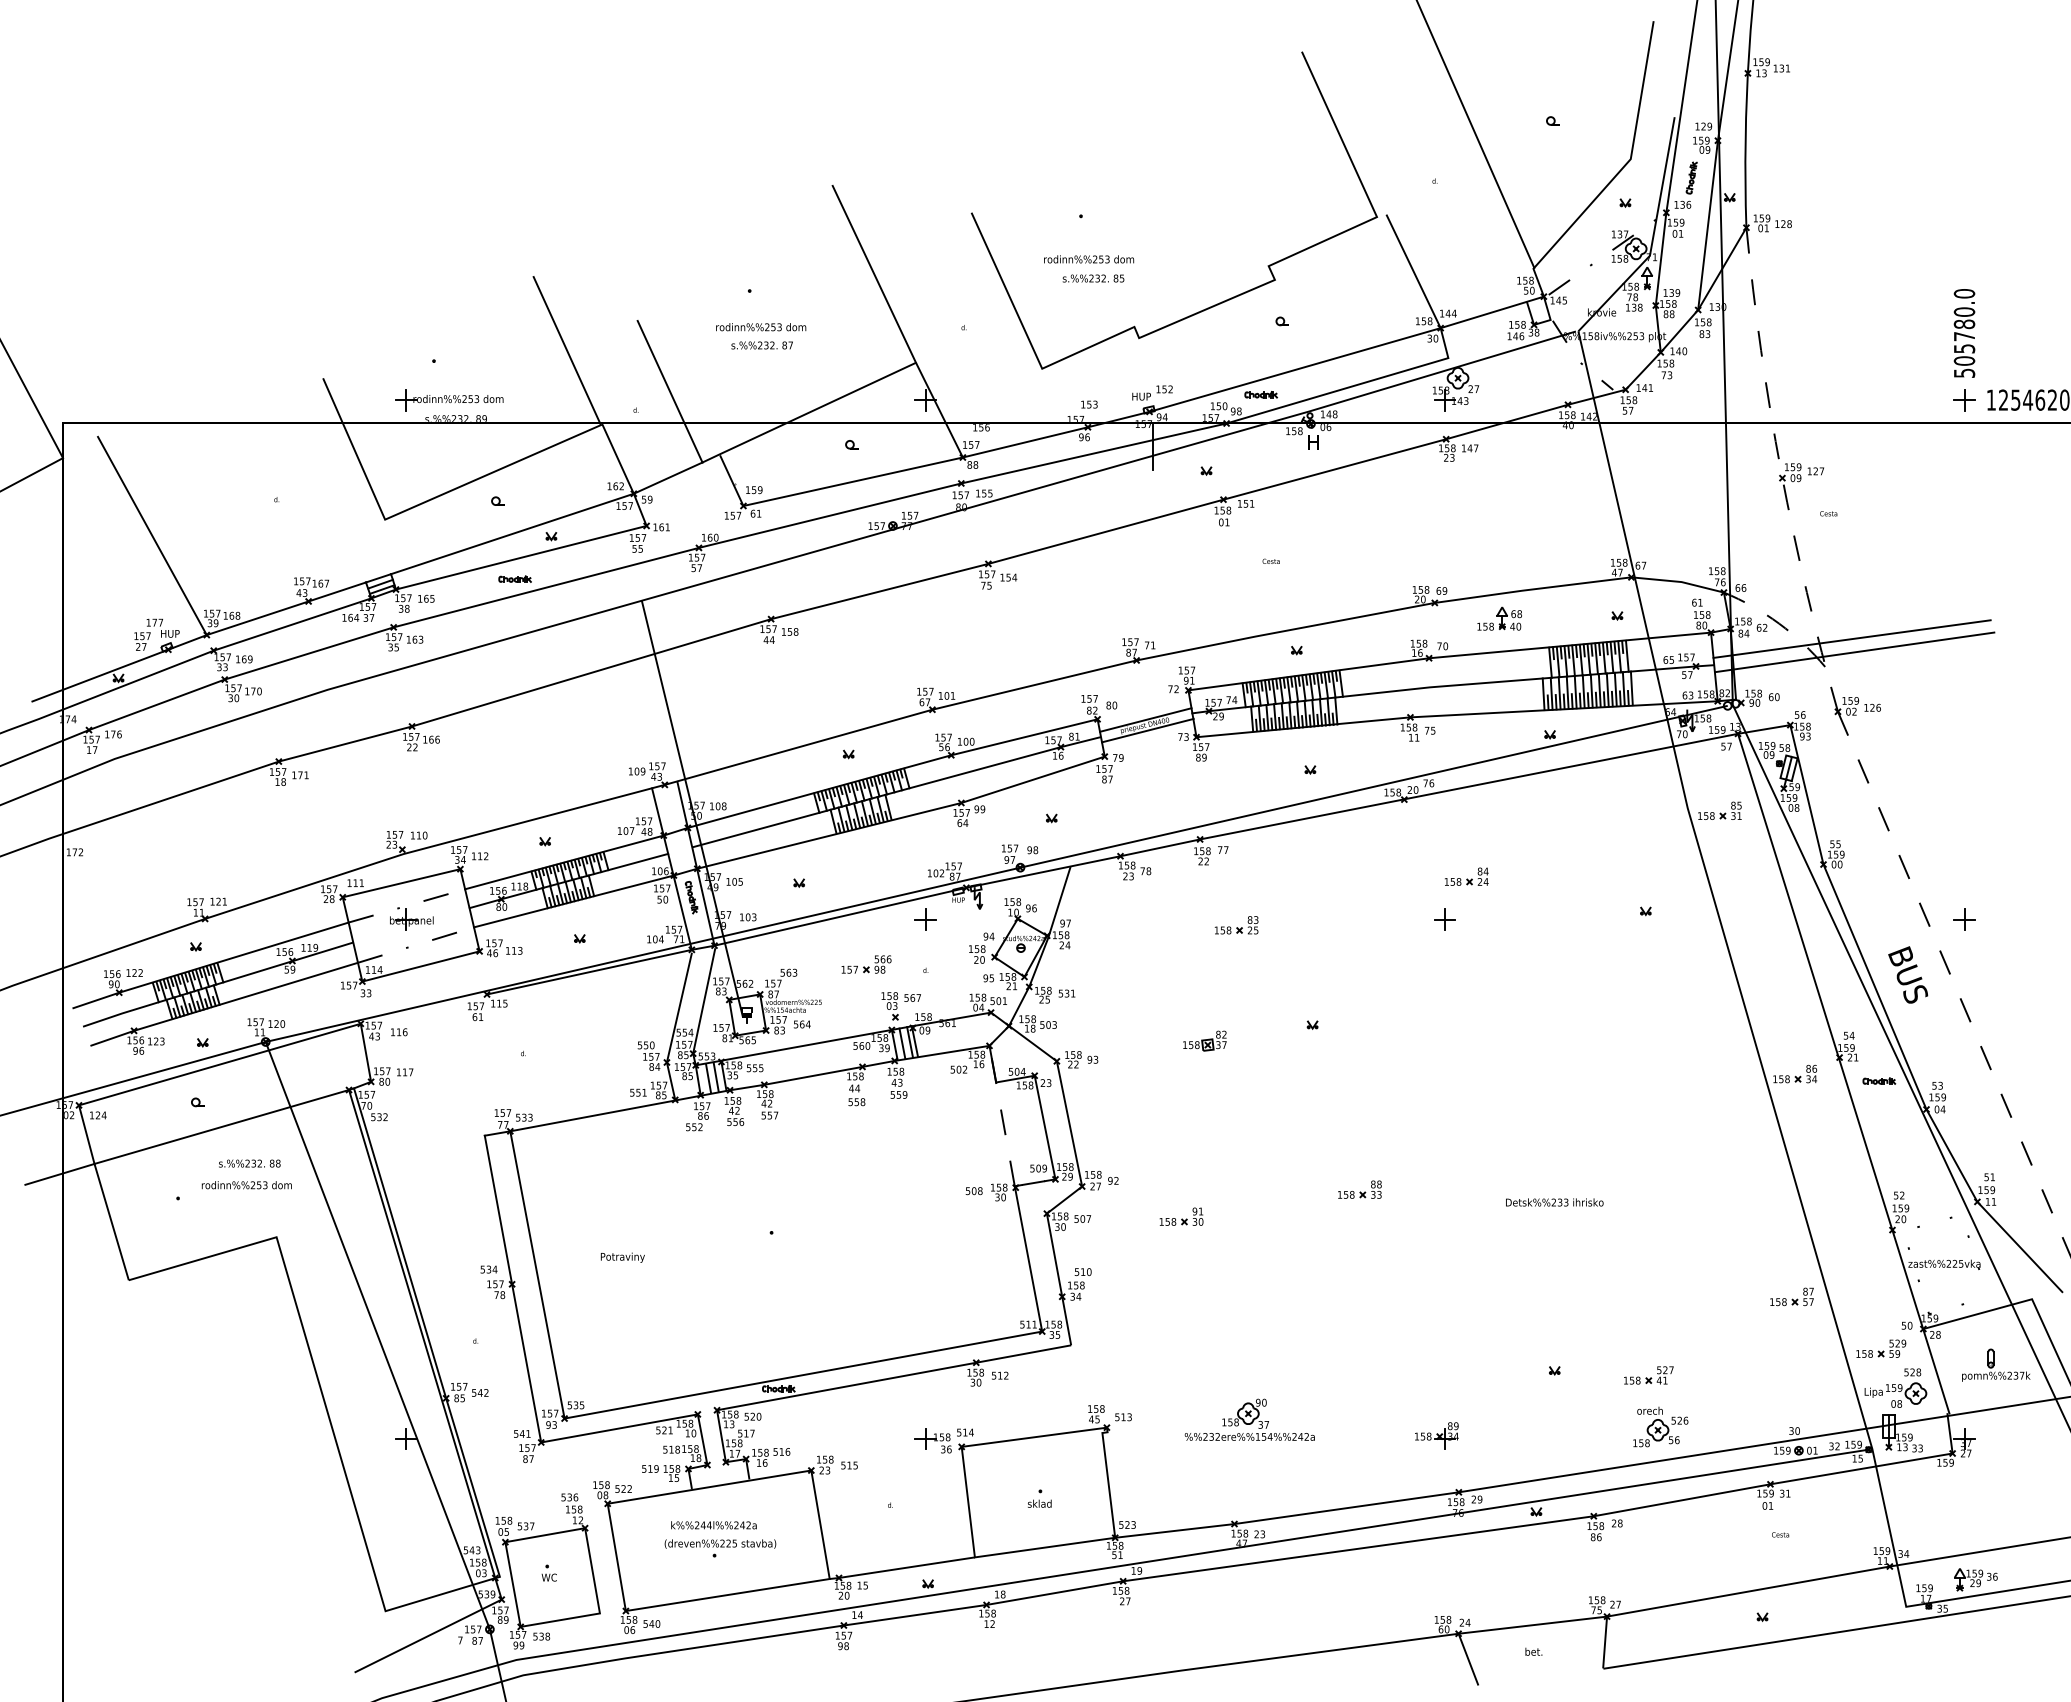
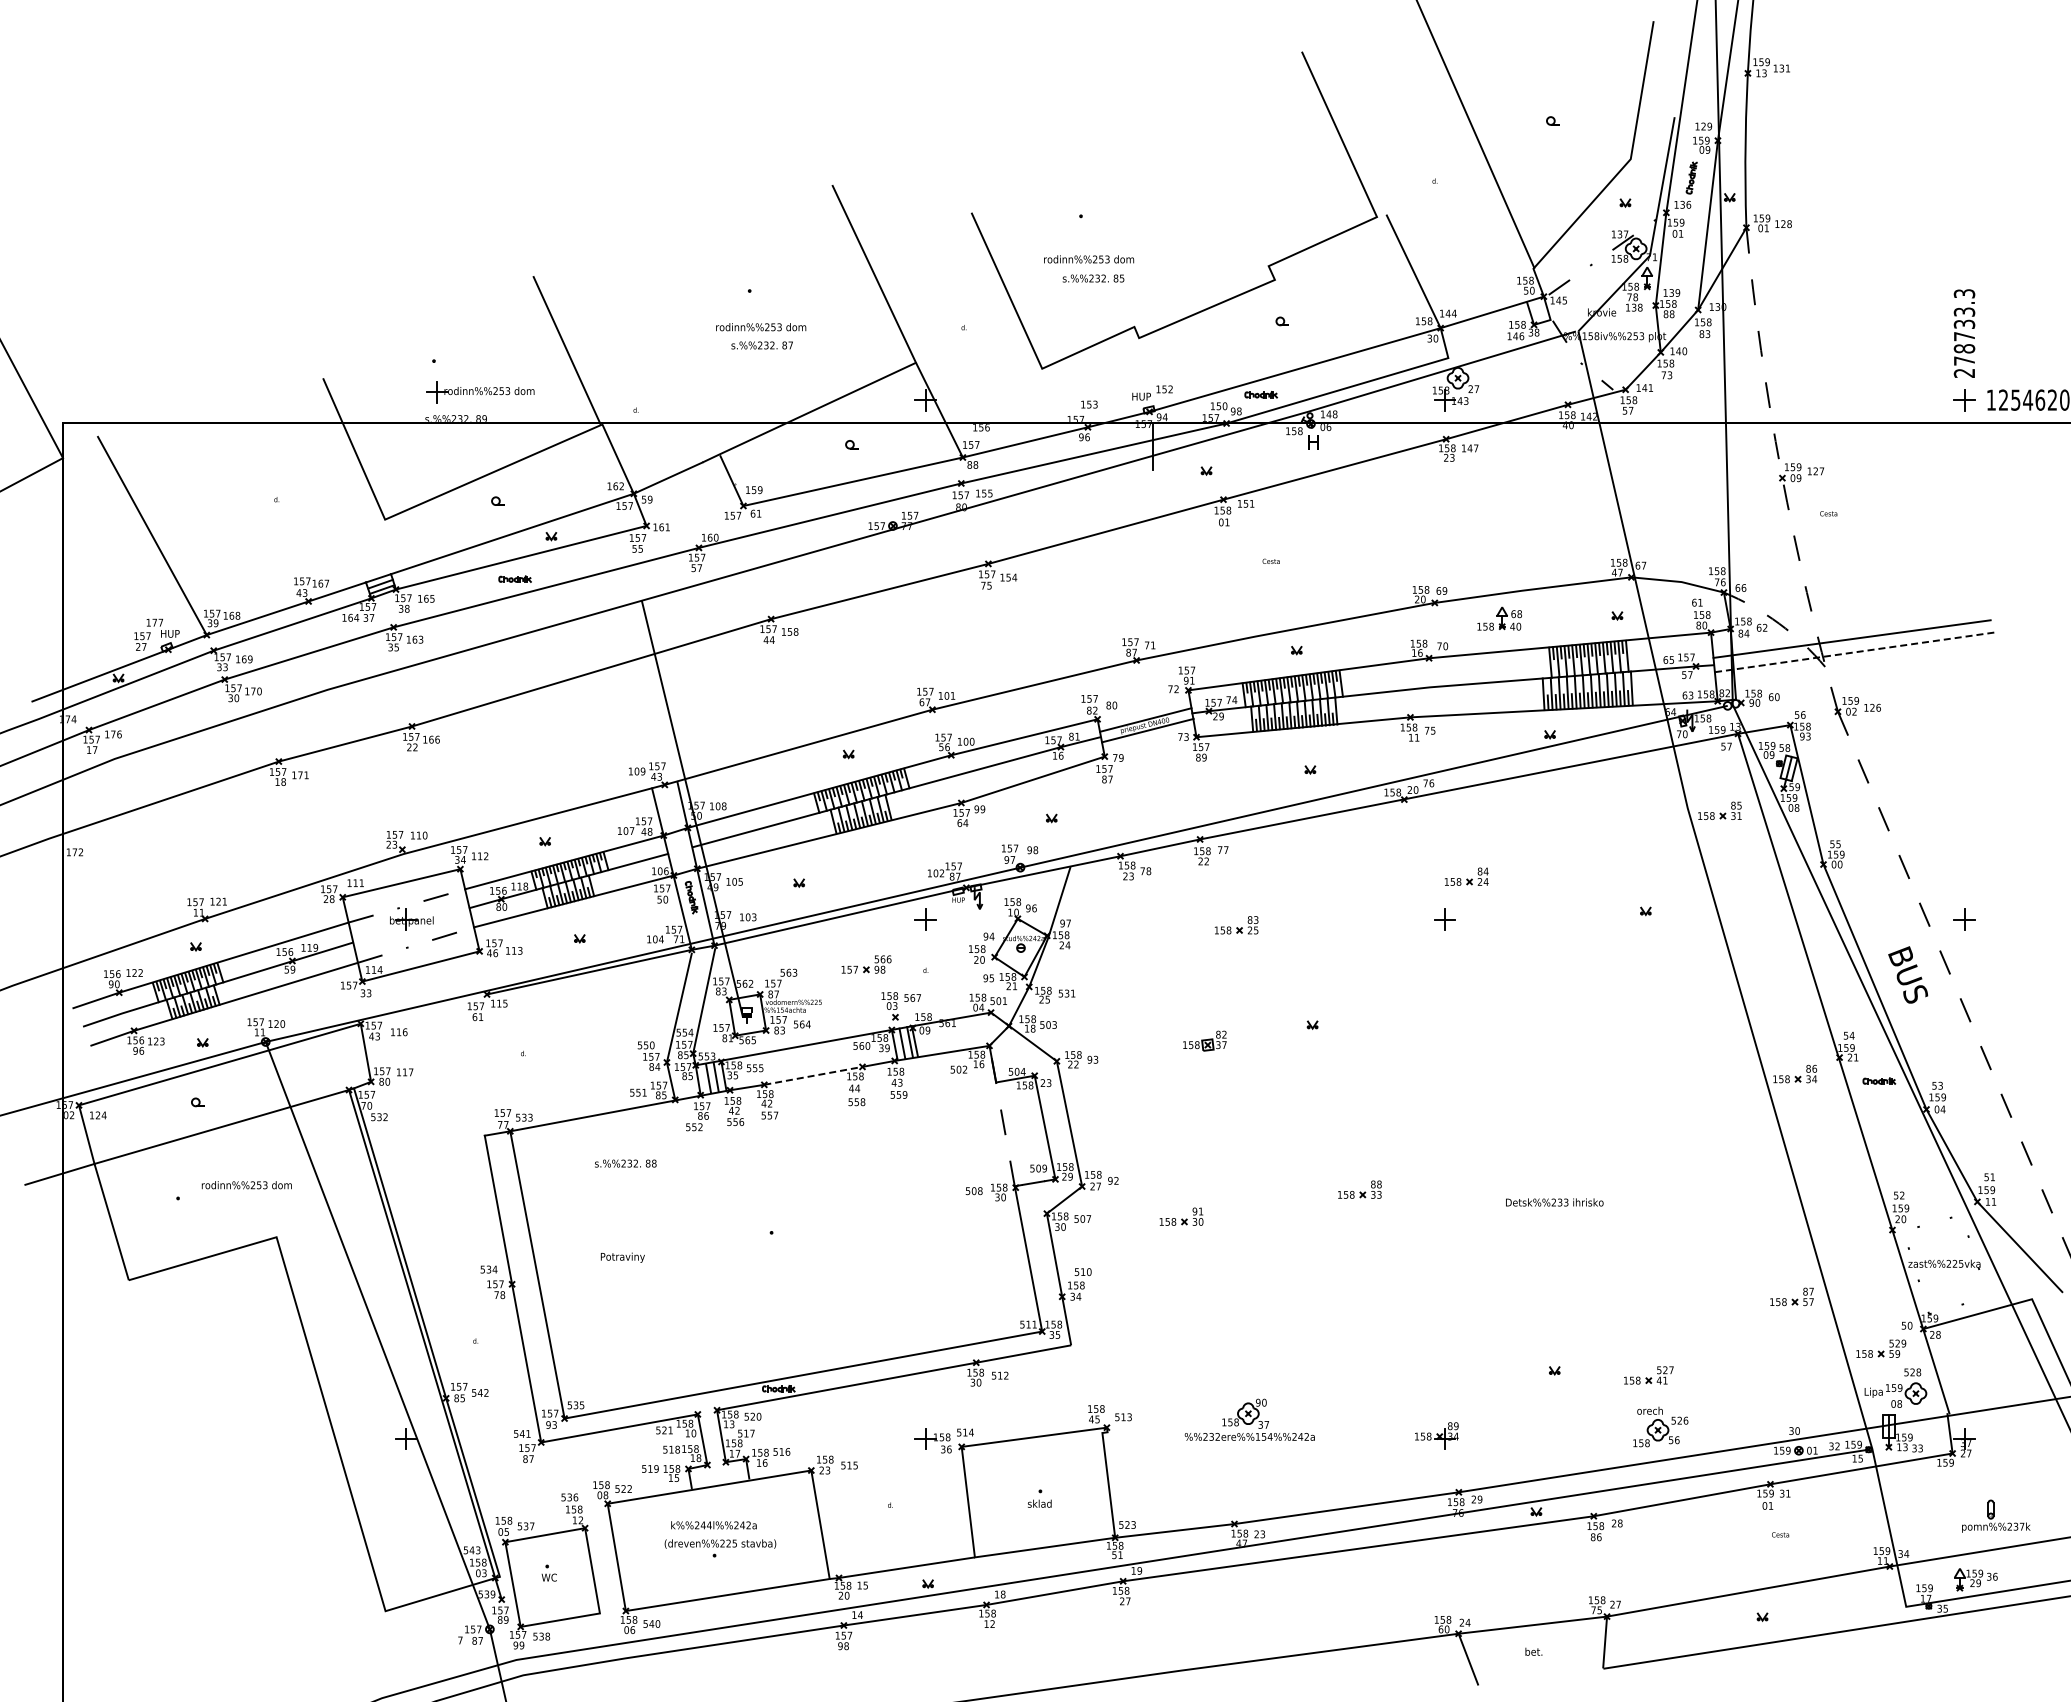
text at (1964, 333): 505780.0 -> 278733.3
line at (669, 391): present -> none
part at (449, 400) position: (449, 400) -> (480, 392)
line at (1855, 652): solid -> dashed
line at (813, 1075): solid -> dashed
text at (249, 1163) position: (249, 1163) -> (625, 1163)
part at (1996, 1364) position: (1996, 1364) -> (1996, 1515)
line at (428, 1635): present -> none
